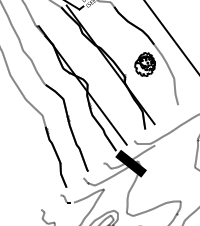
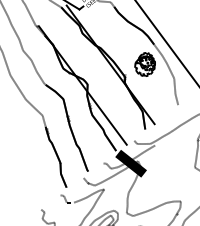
line at (170, 36) position: (170, 36) -> (166, 42)
